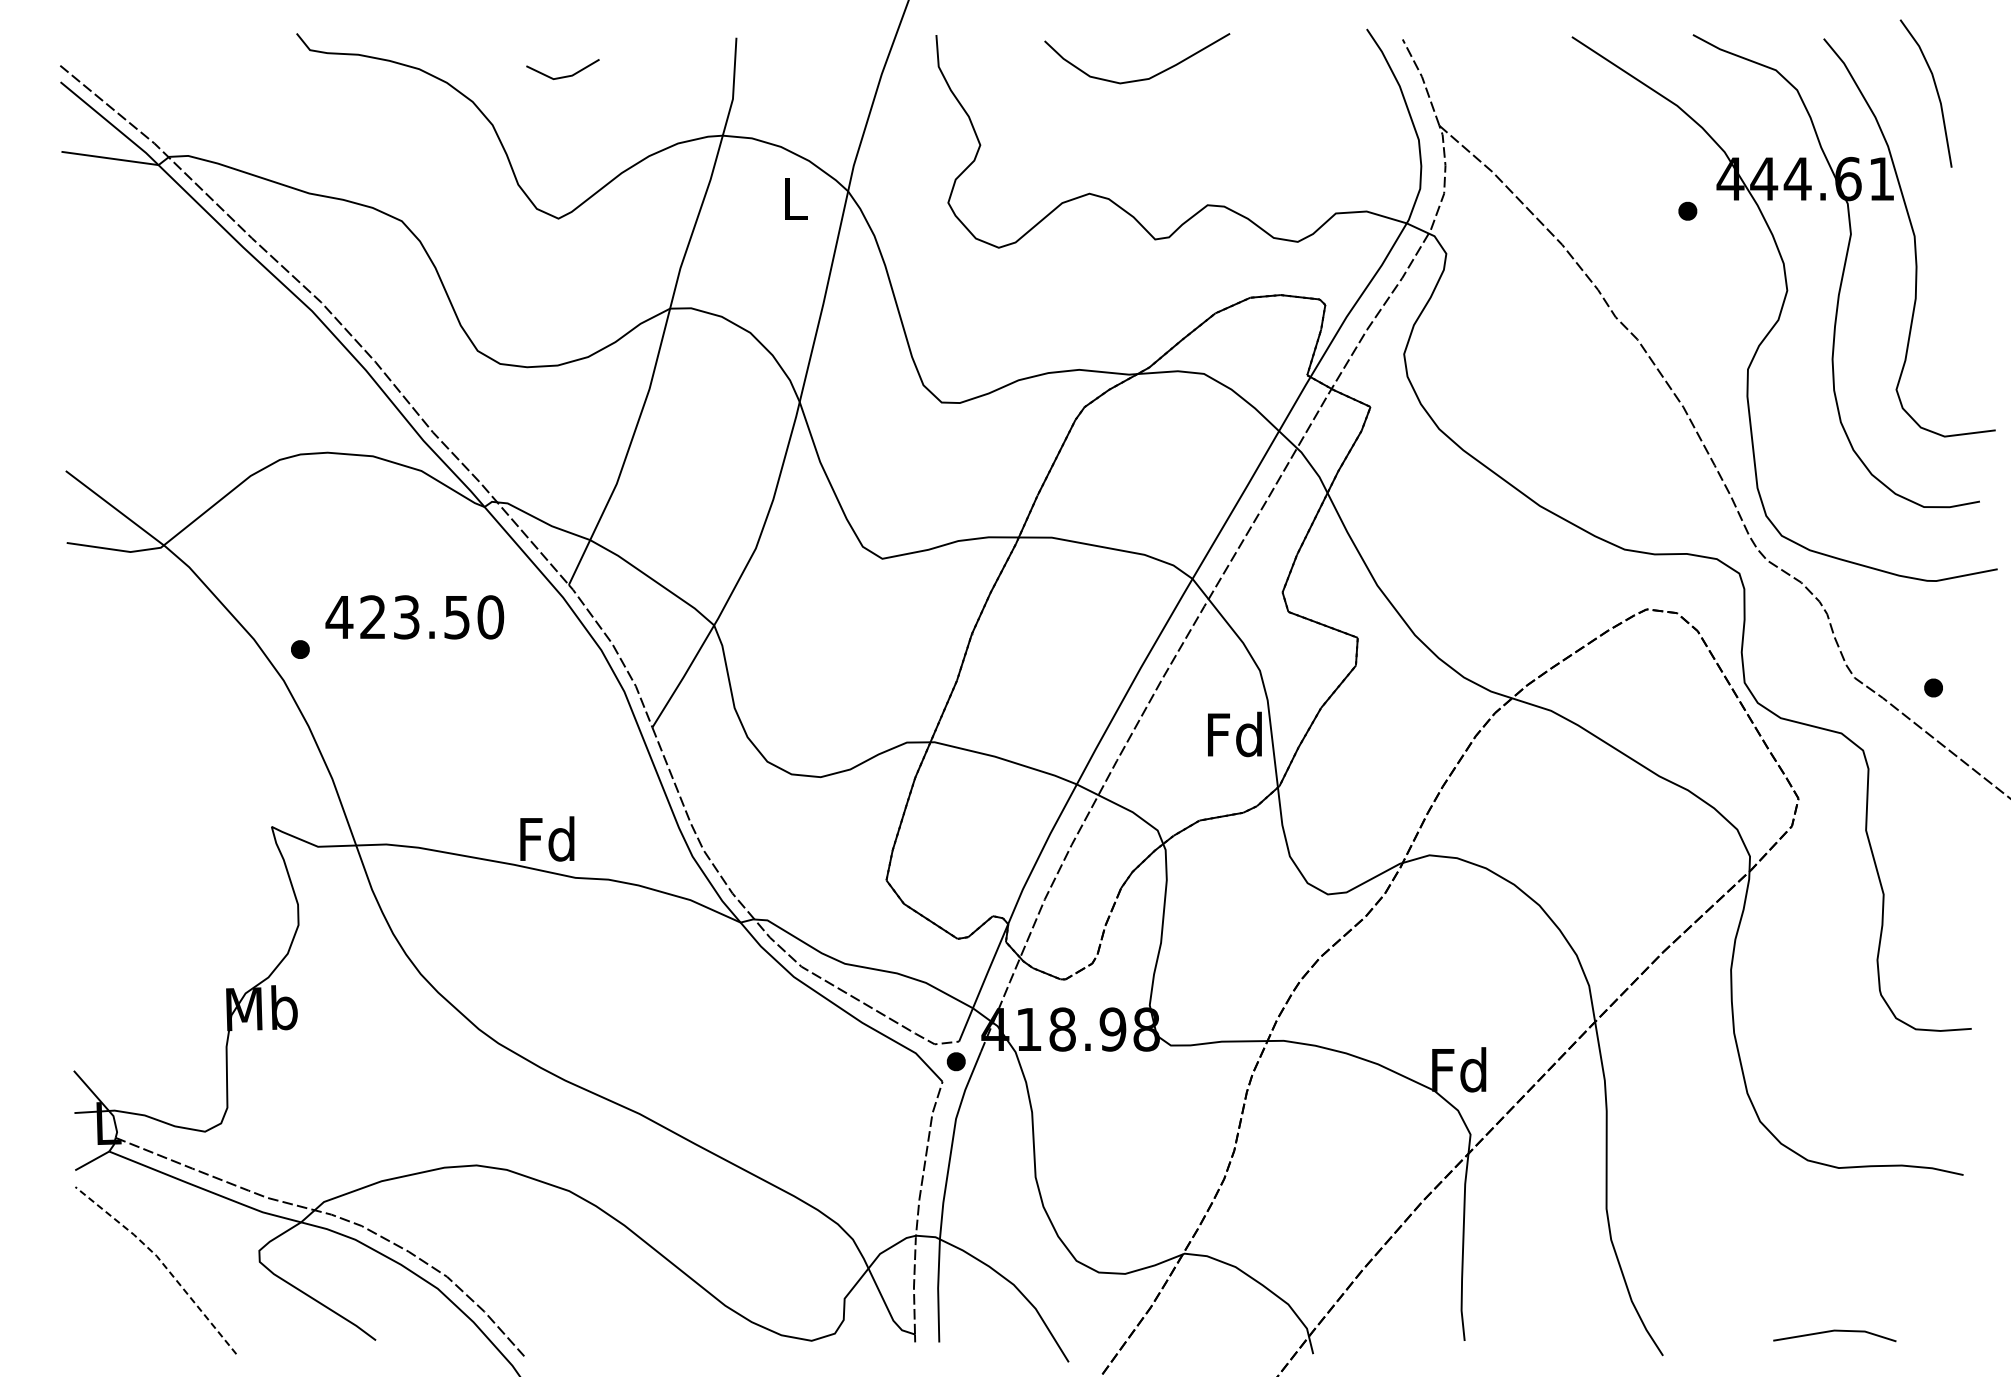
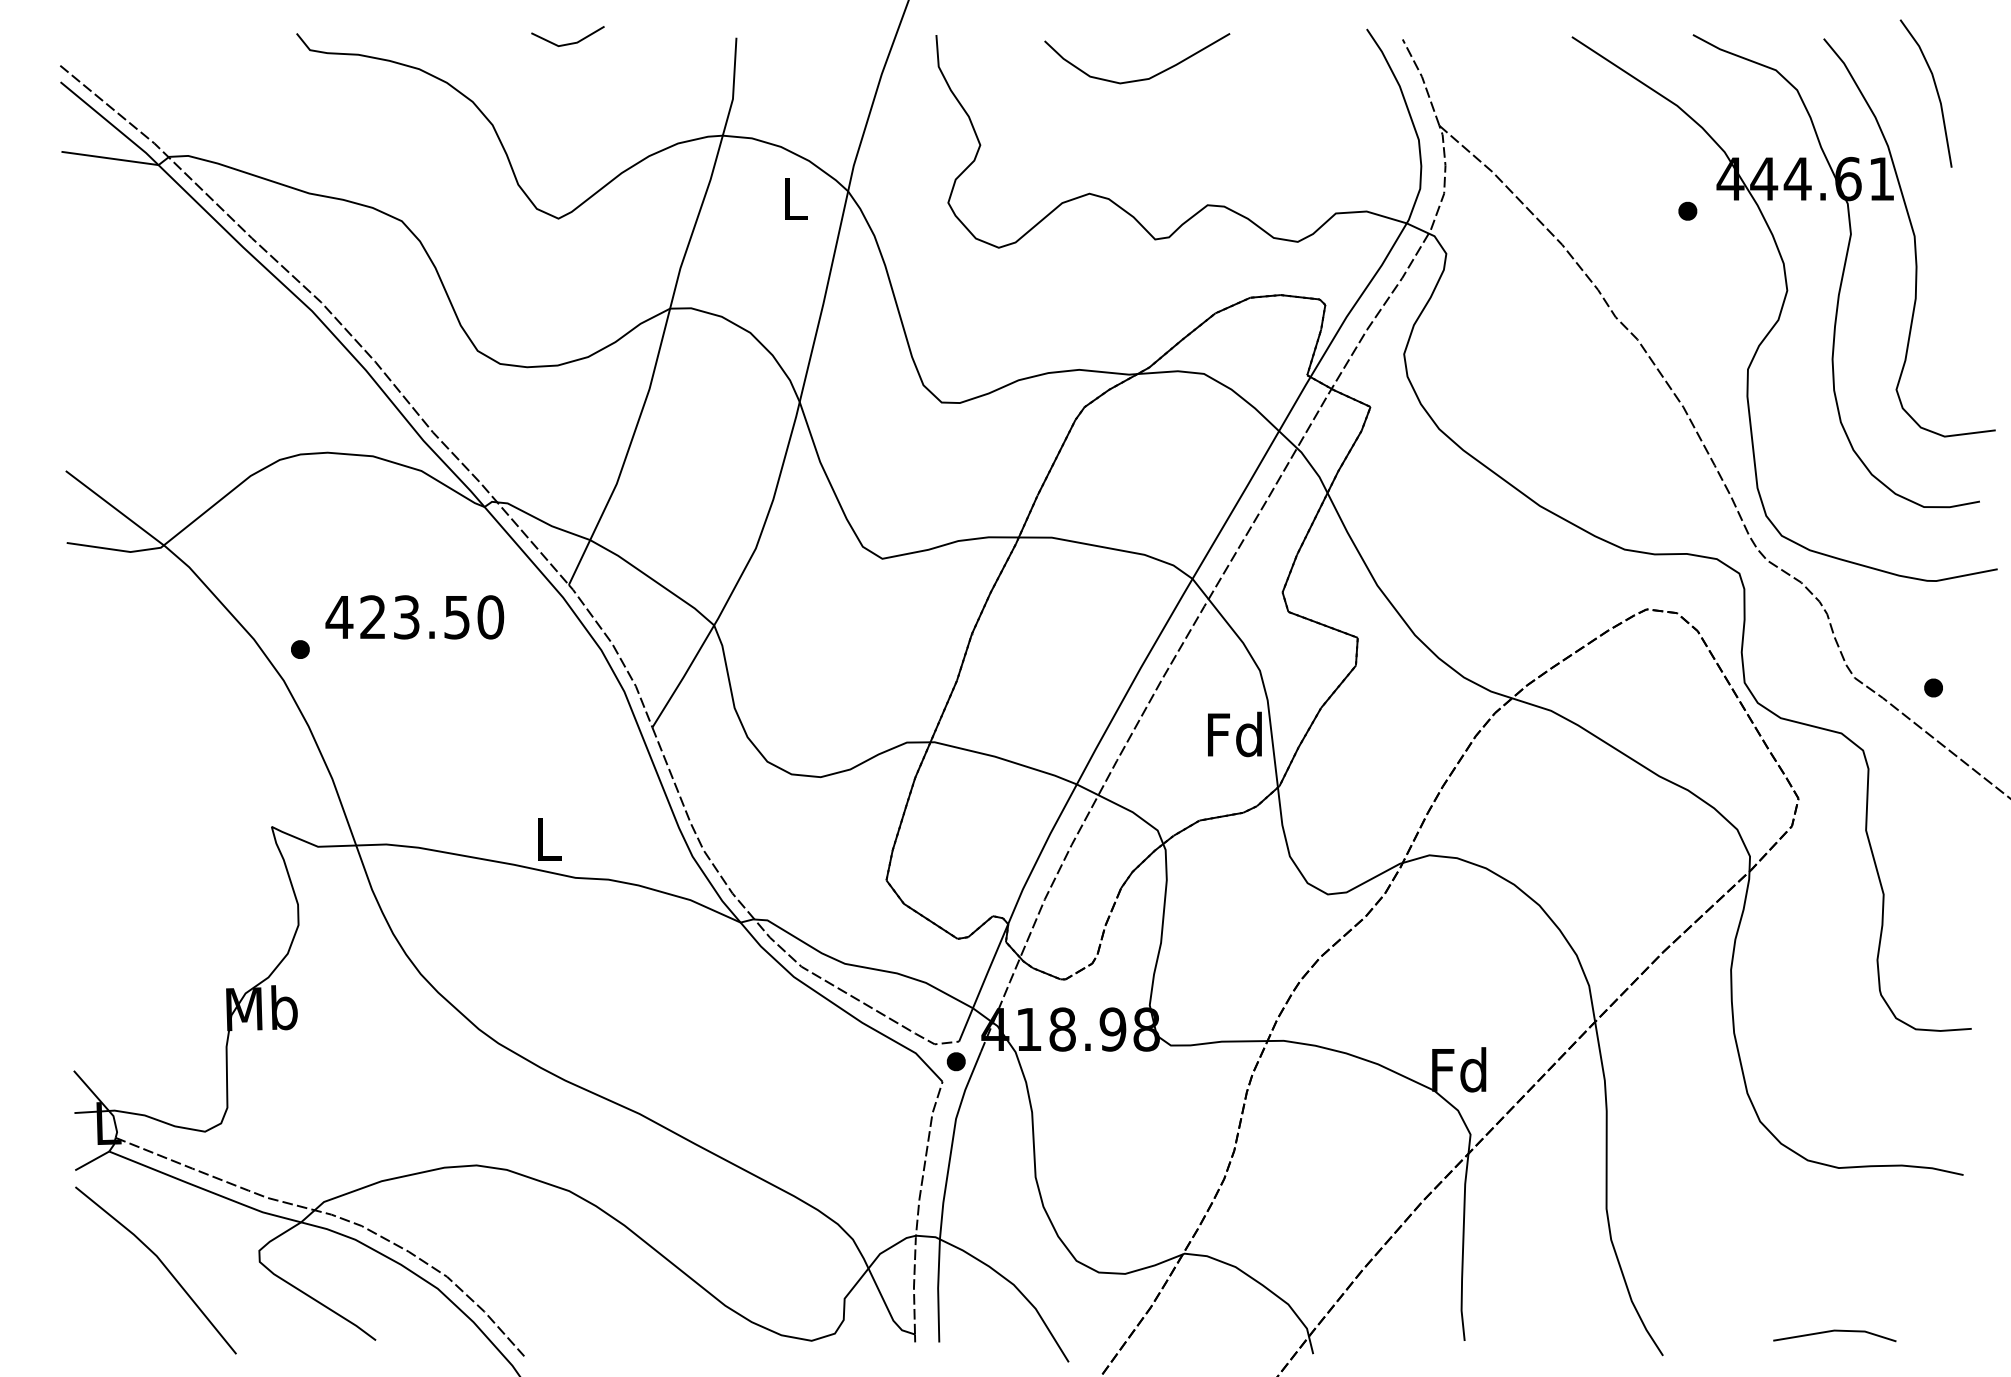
line at (562, 76) position: (562, 76) -> (567, 43)
text at (547, 838): Fd -> L
line at (161, 1262): dashed -> solid
